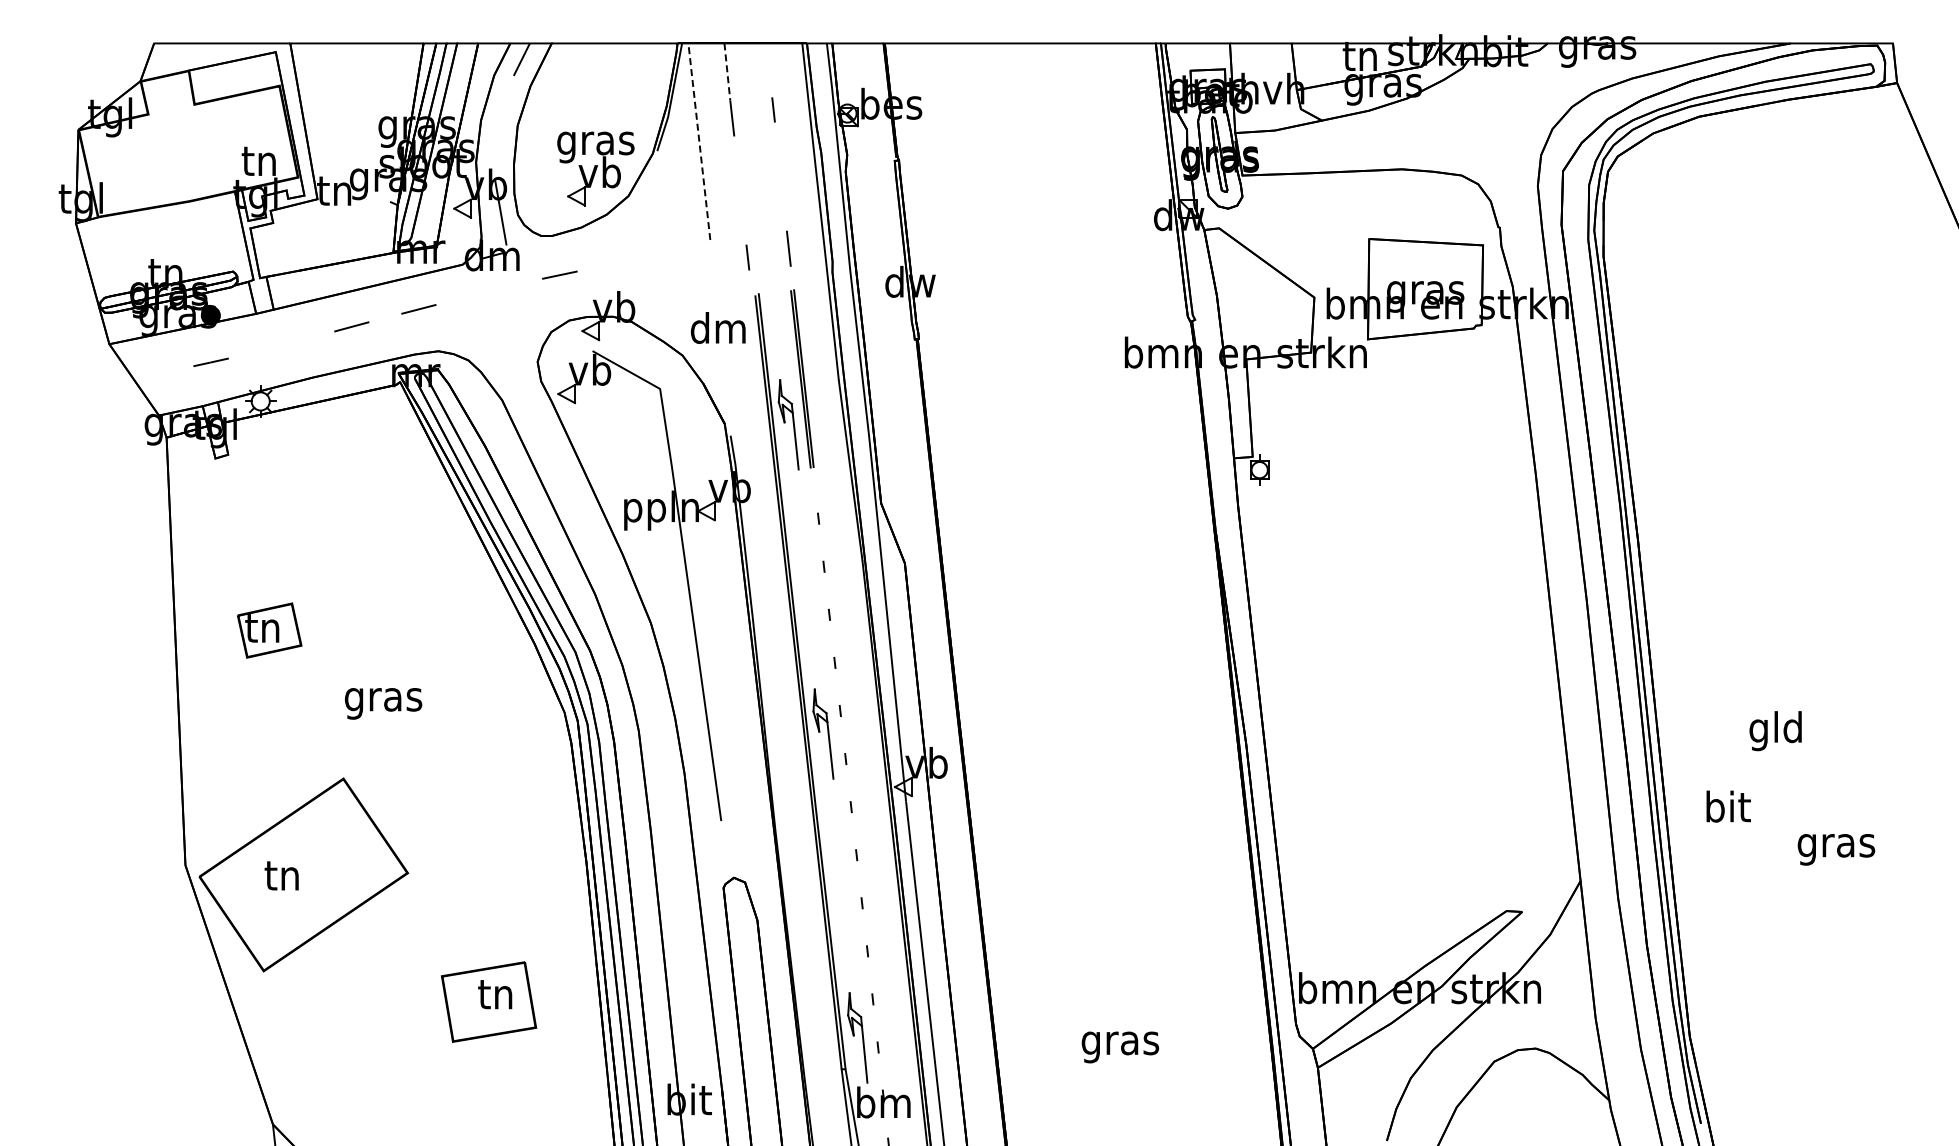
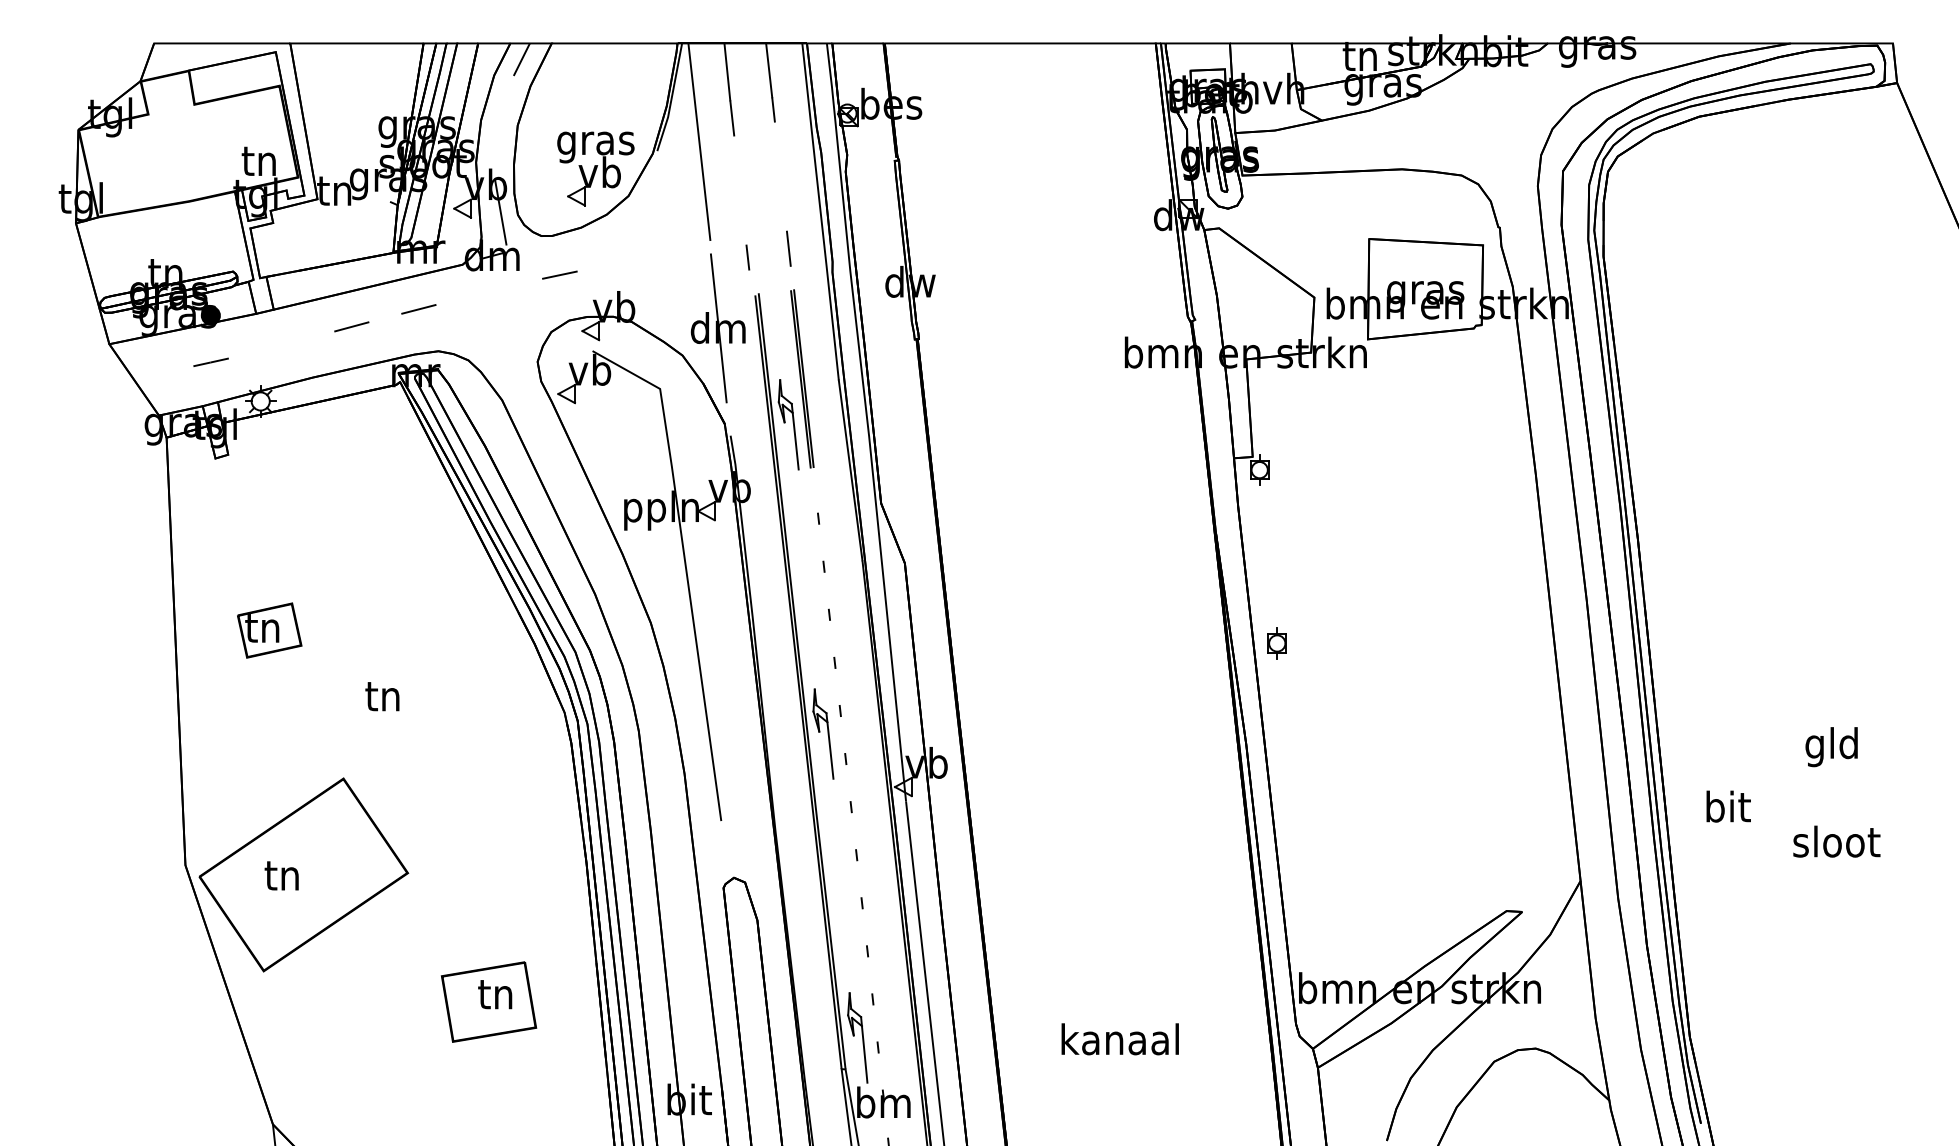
line at (769, 70): none -> present
line at (727, 71): dashed -> solid
line at (699, 141): dashed -> solid
line at (718, 328): none -> present
part at (1276, 643): none -> present
text at (383, 700): gras -> tn
text at (1775, 731) position: (1775, 731) -> (1831, 747)
text at (1836, 845): gras -> sloot
text at (1119, 1043): gras -> kanaal
